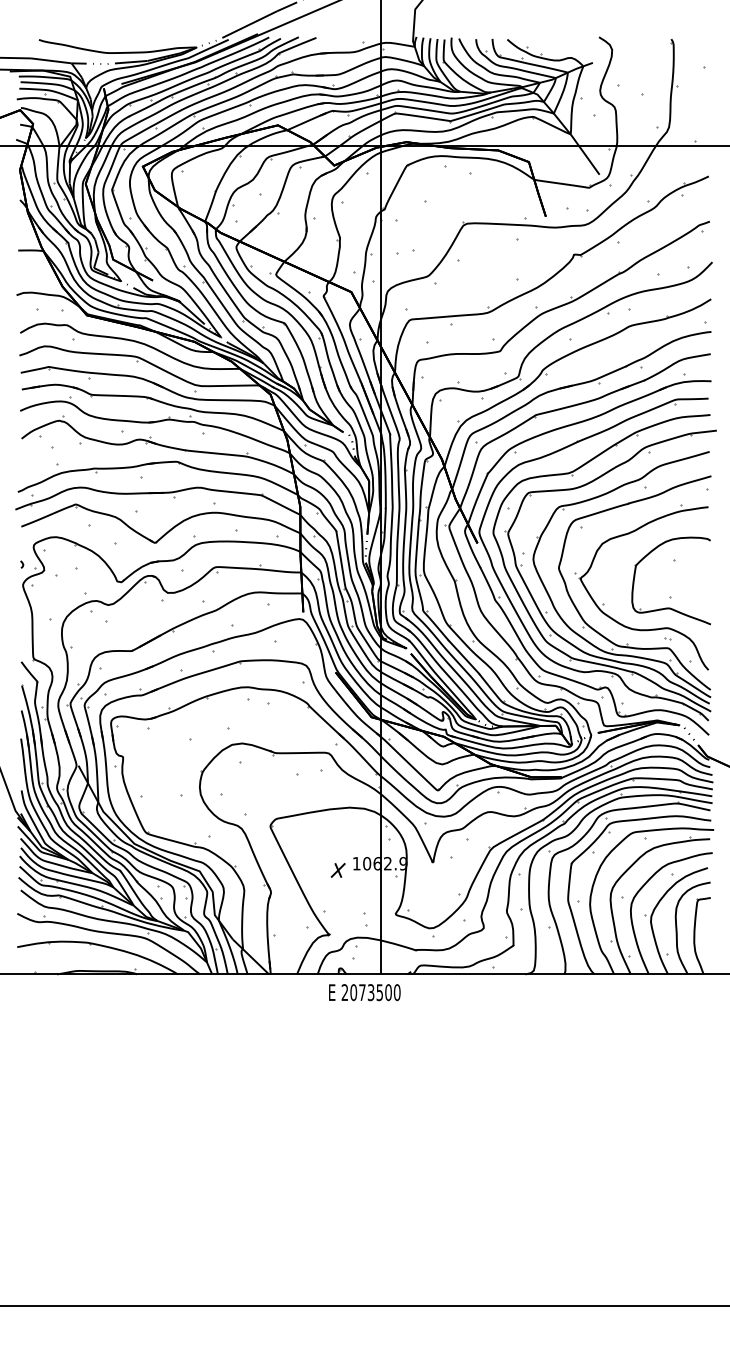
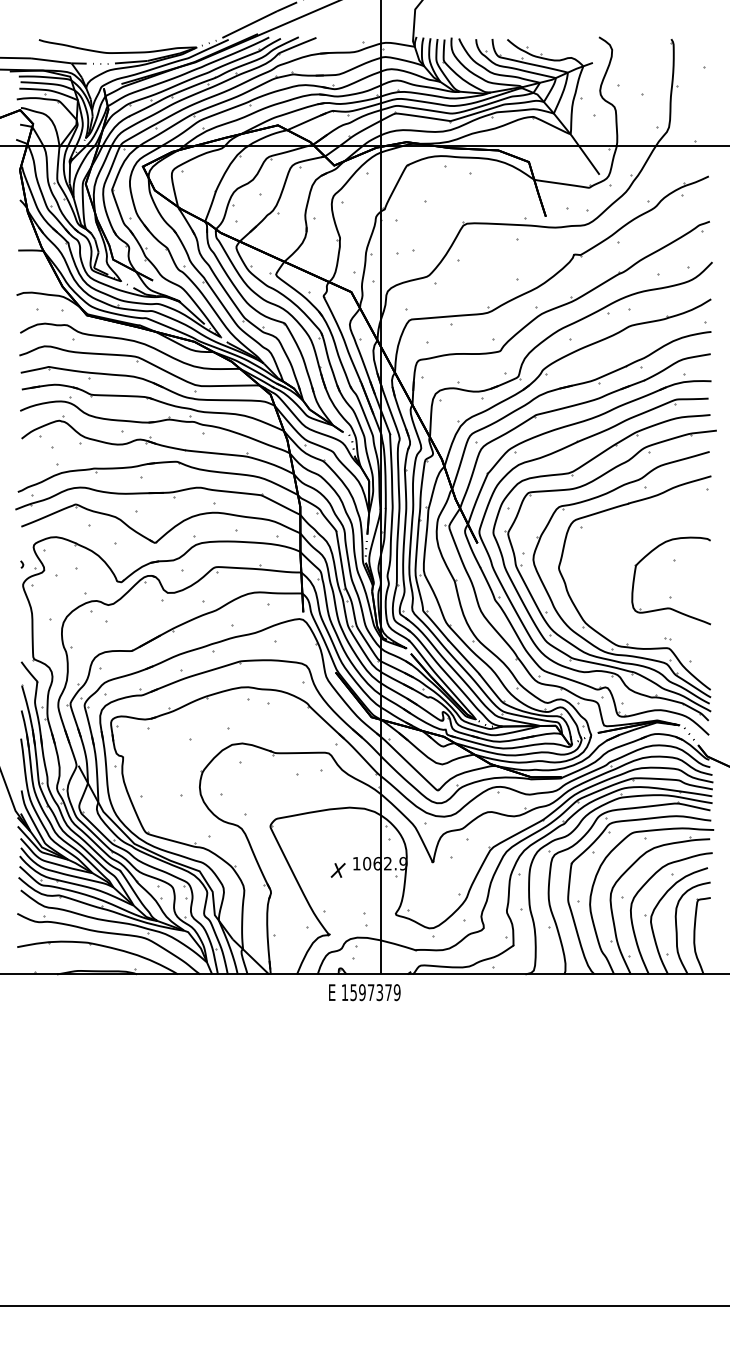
part at (604, 604): present -> none
text at (370, 992): 2073500 -> 1597379
